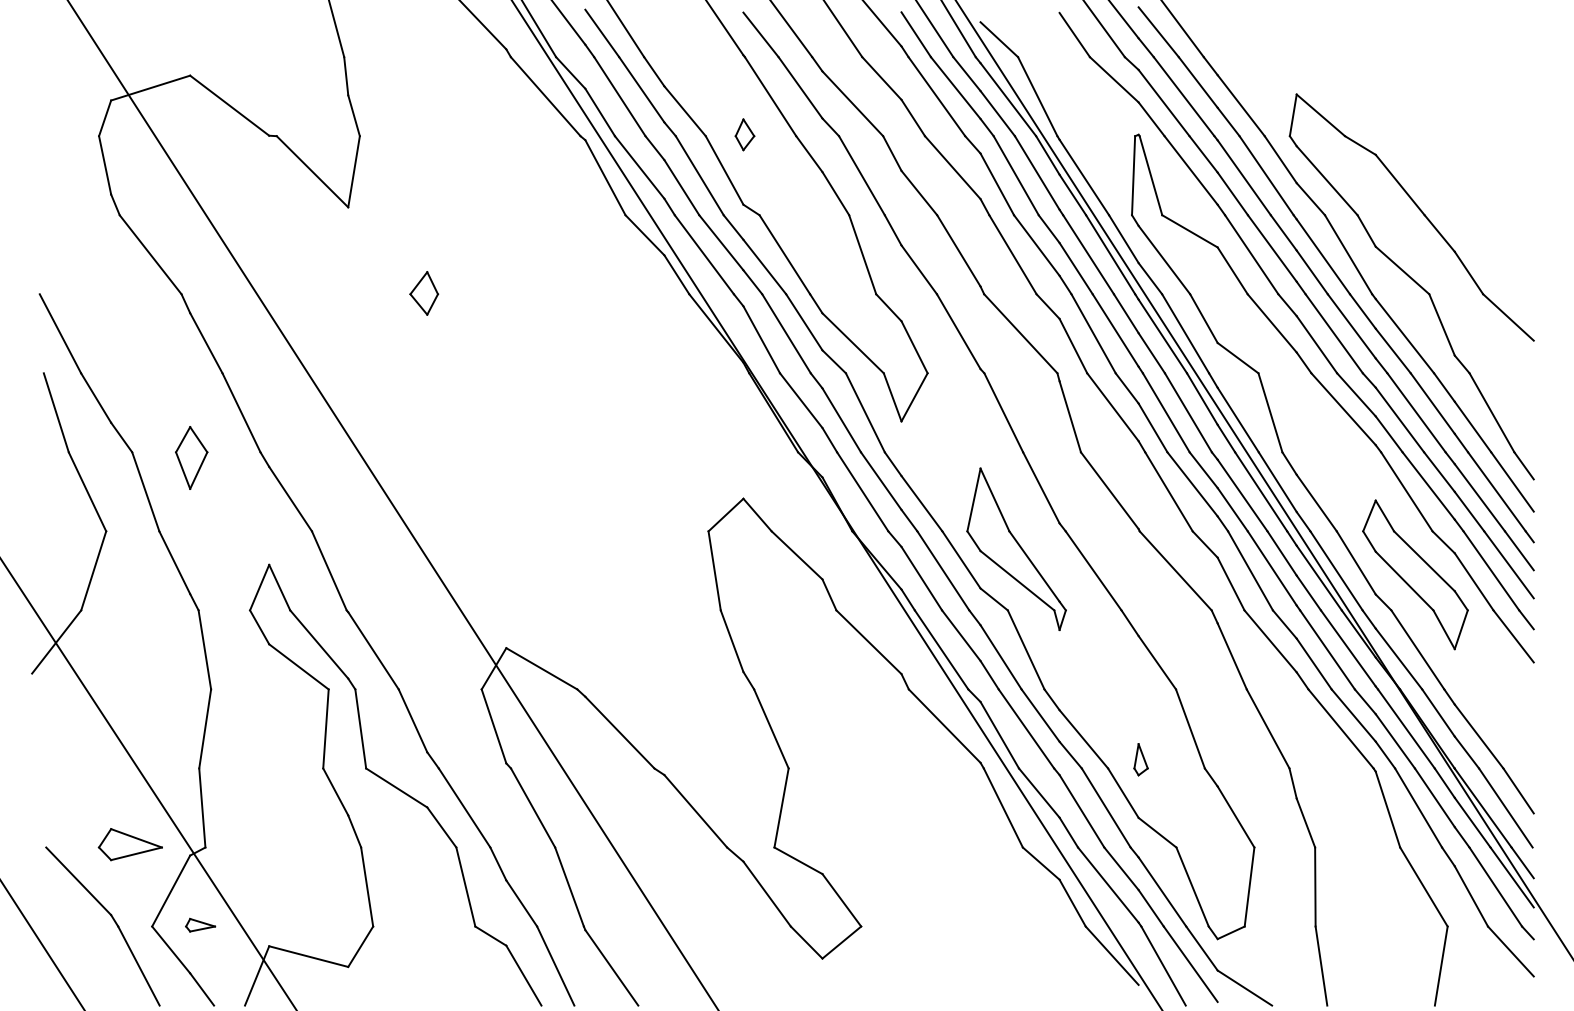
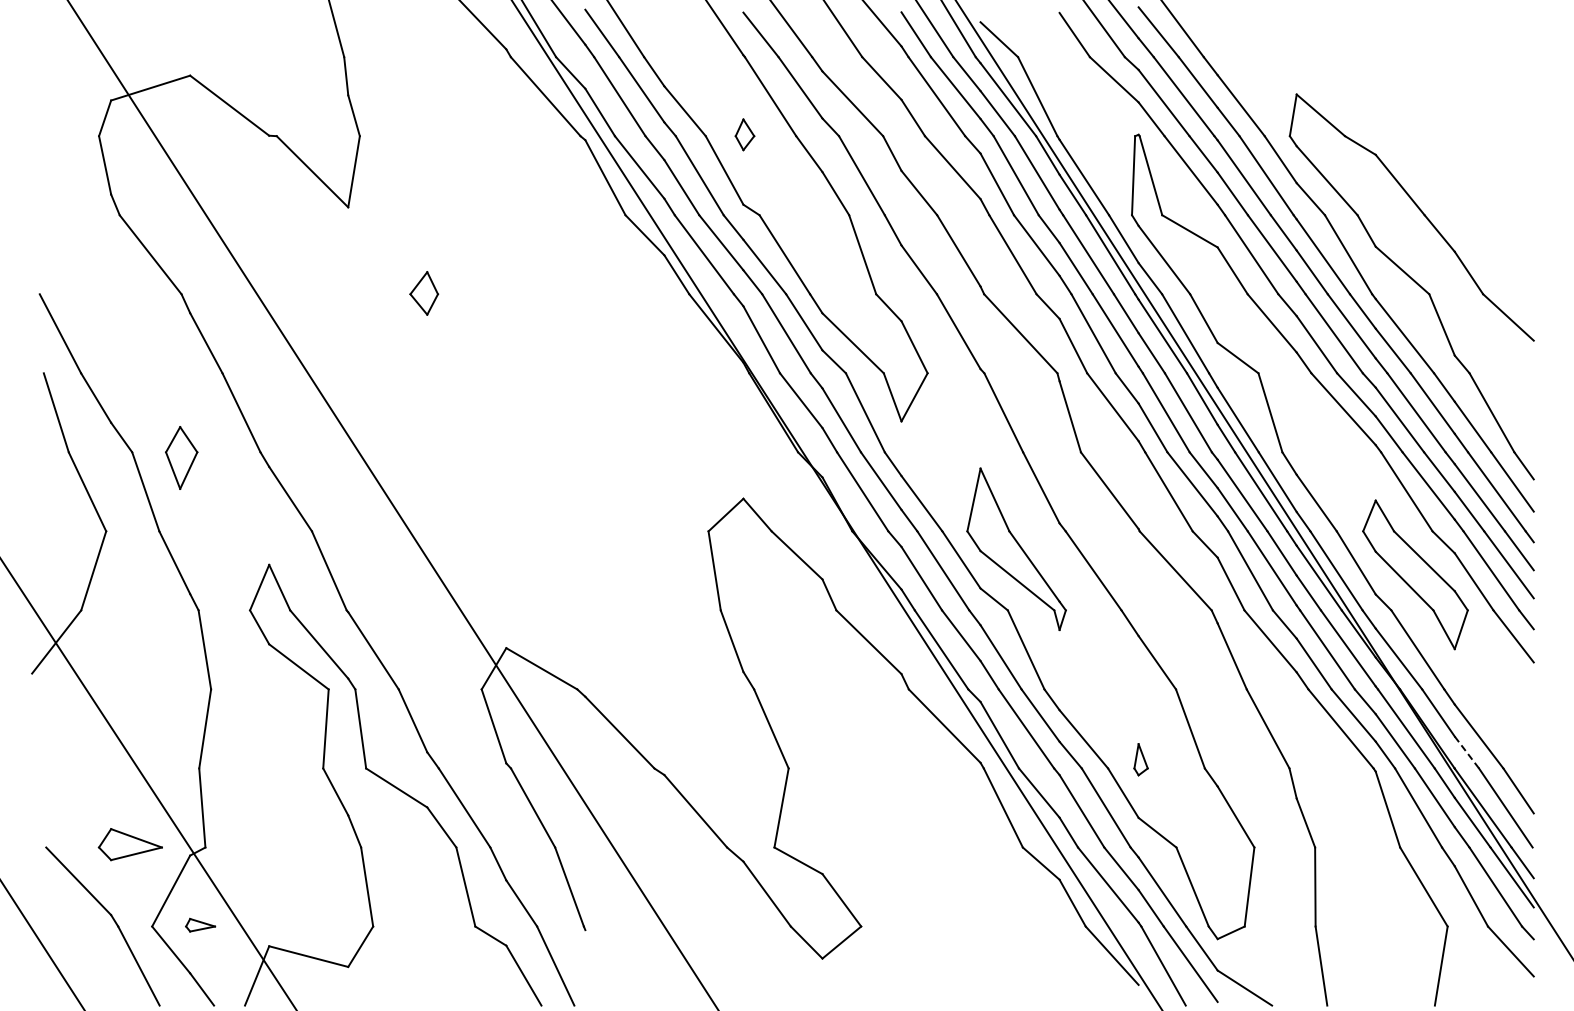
part at (191, 457) position: (191, 457) -> (181, 457)
line at (1467, 752): solid -> dashed
line at (611, 967): present -> none
